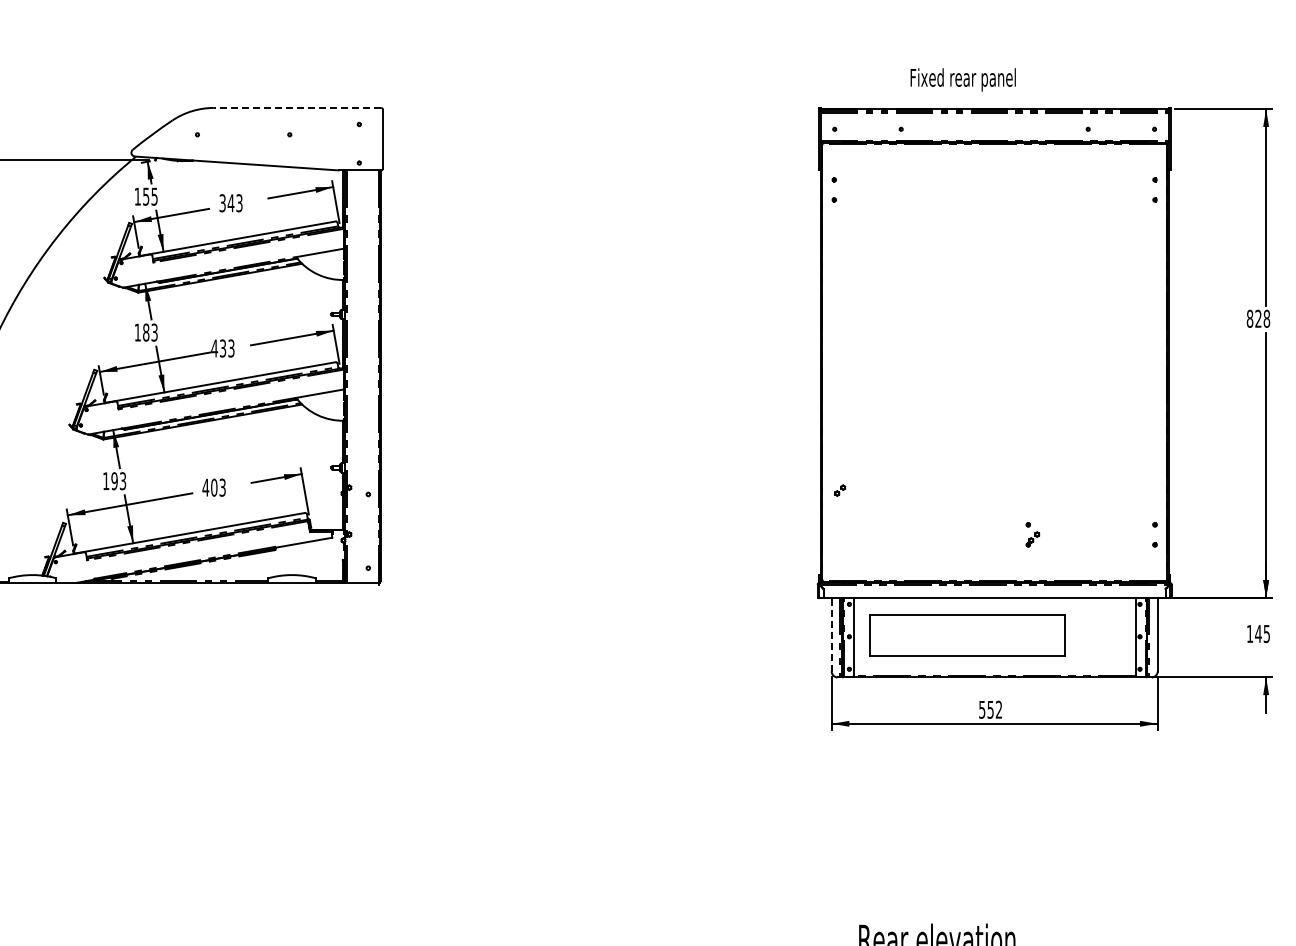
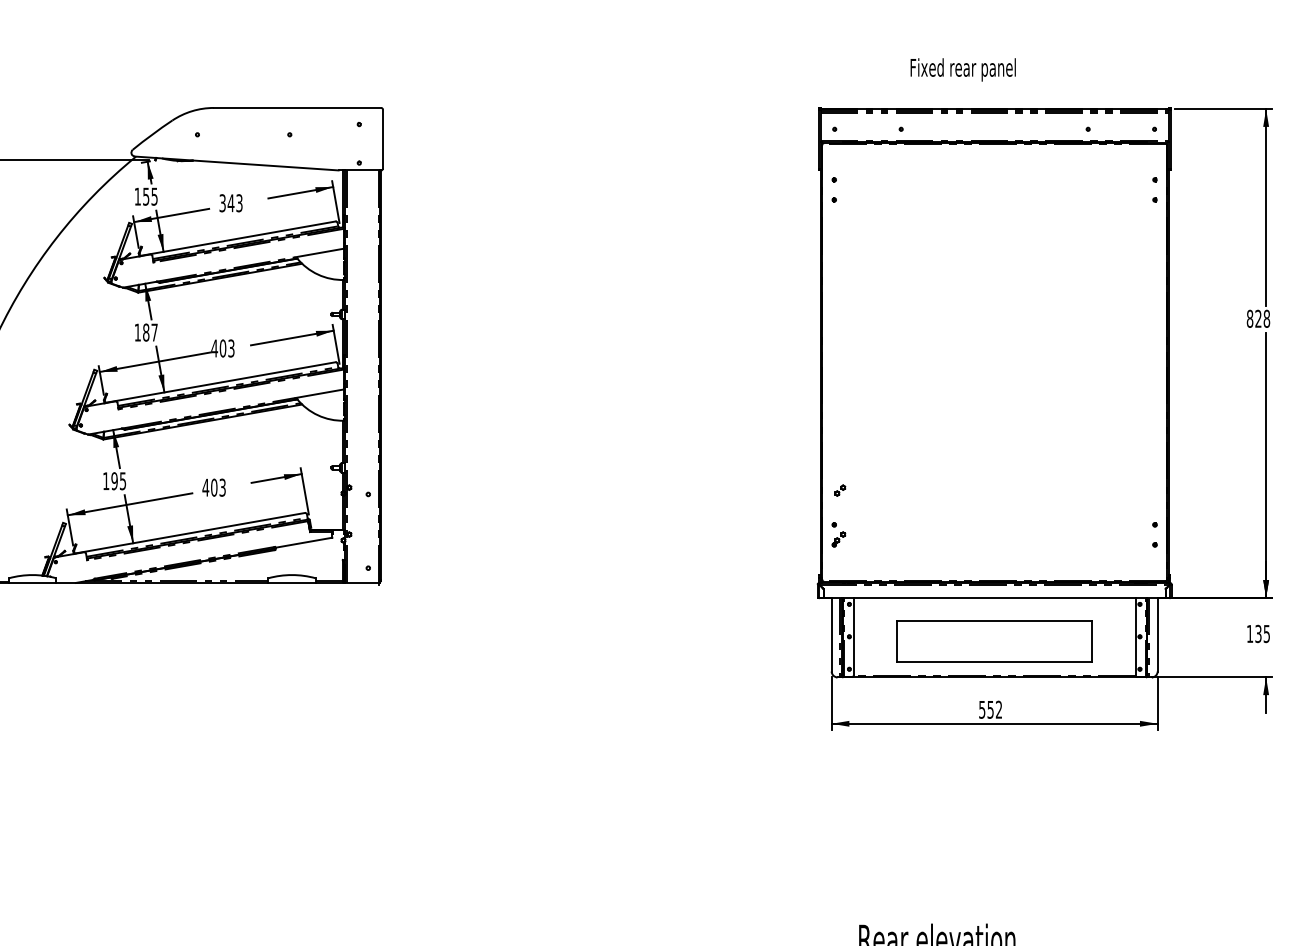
text at (962, 79) position: (962, 79) -> (962, 69)
line at (297, 107): dashed -> solid
text at (154, 332): 183 -> 187
text at (222, 348): 433 -> 403
text at (123, 480): 193 -> 195
part at (1032, 534) position: (1032, 534) -> (838, 534)
text at (1258, 633): 145 -> 135
line at (831, 634): dashed -> solid
part at (967, 635) position: (967, 635) -> (994, 641)
